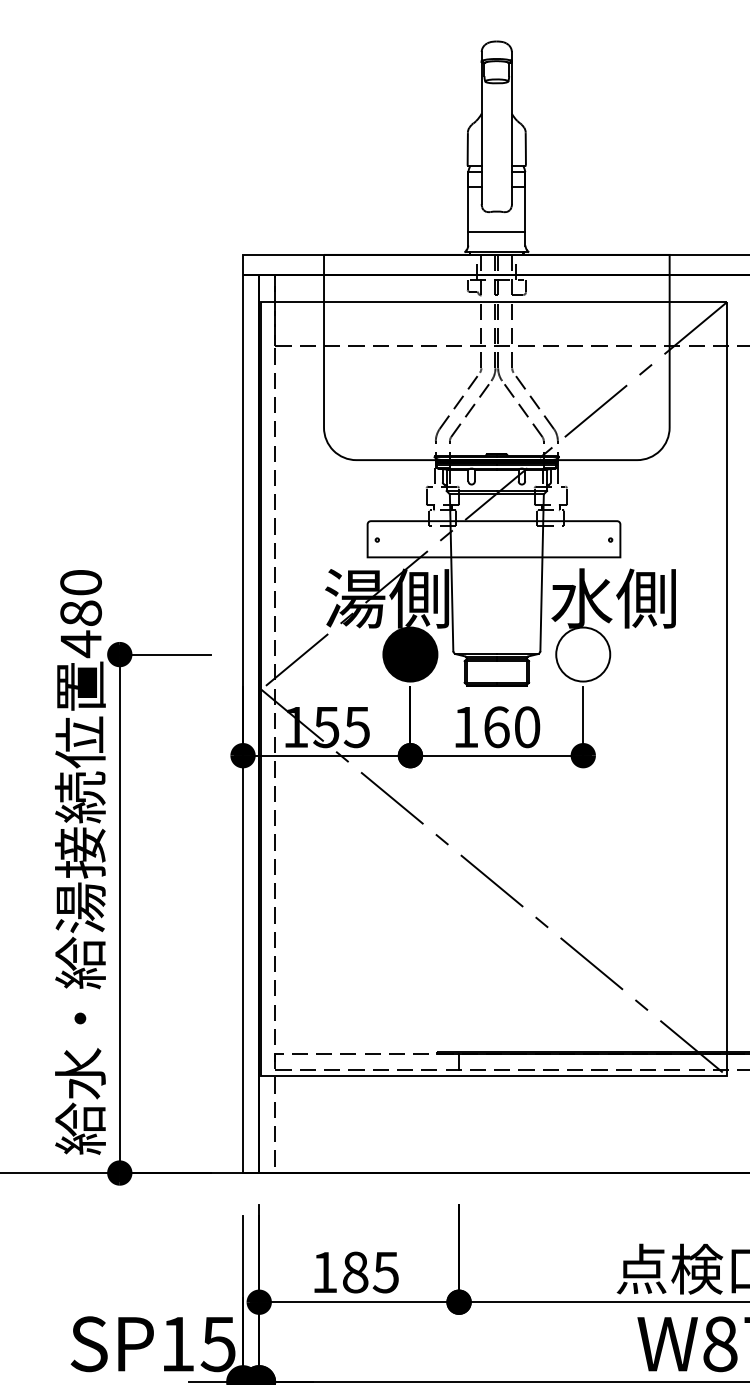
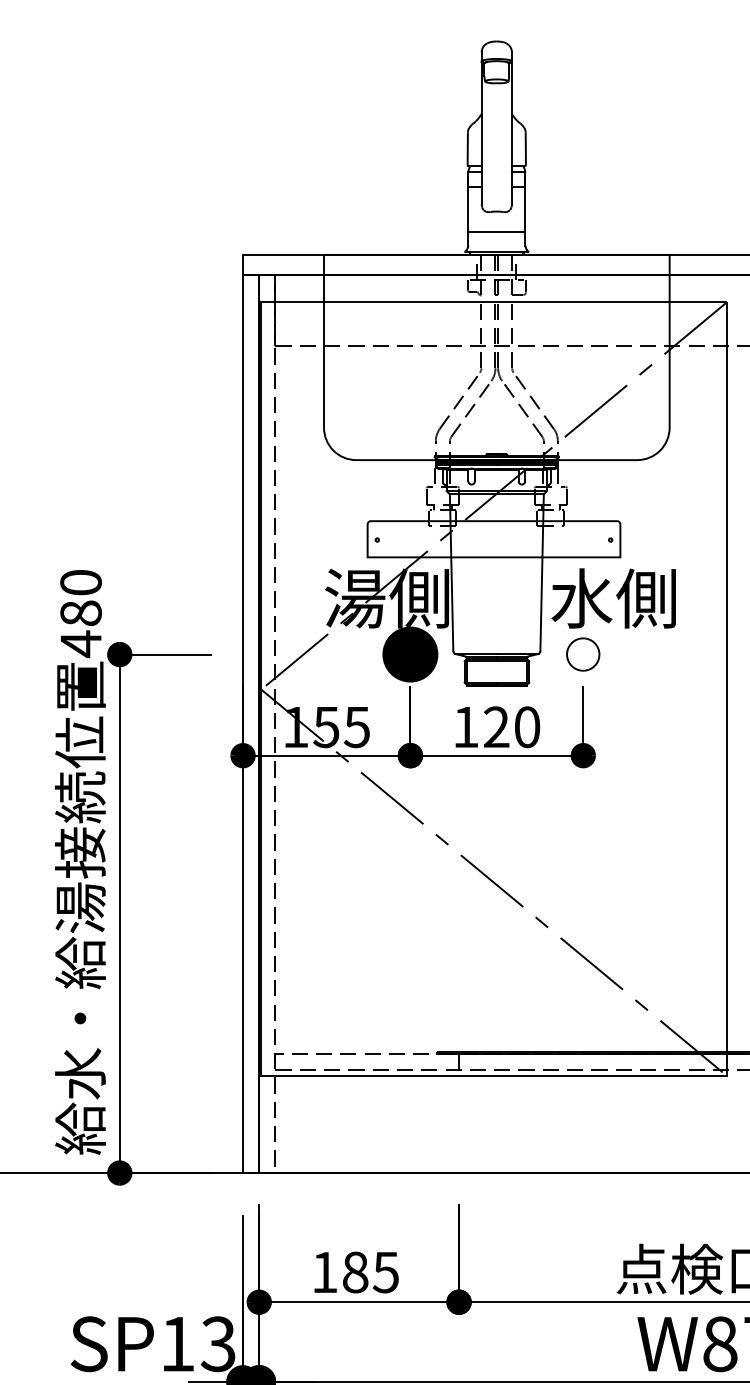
circle at (583, 654) diameter: 54 px -> 32 px
text at (496, 727): 160 -> 120
text at (217, 1343): SP15 -> SP13
